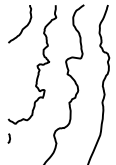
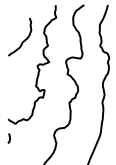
curve at (23, 27) position: (23, 27) -> (23, 40)
